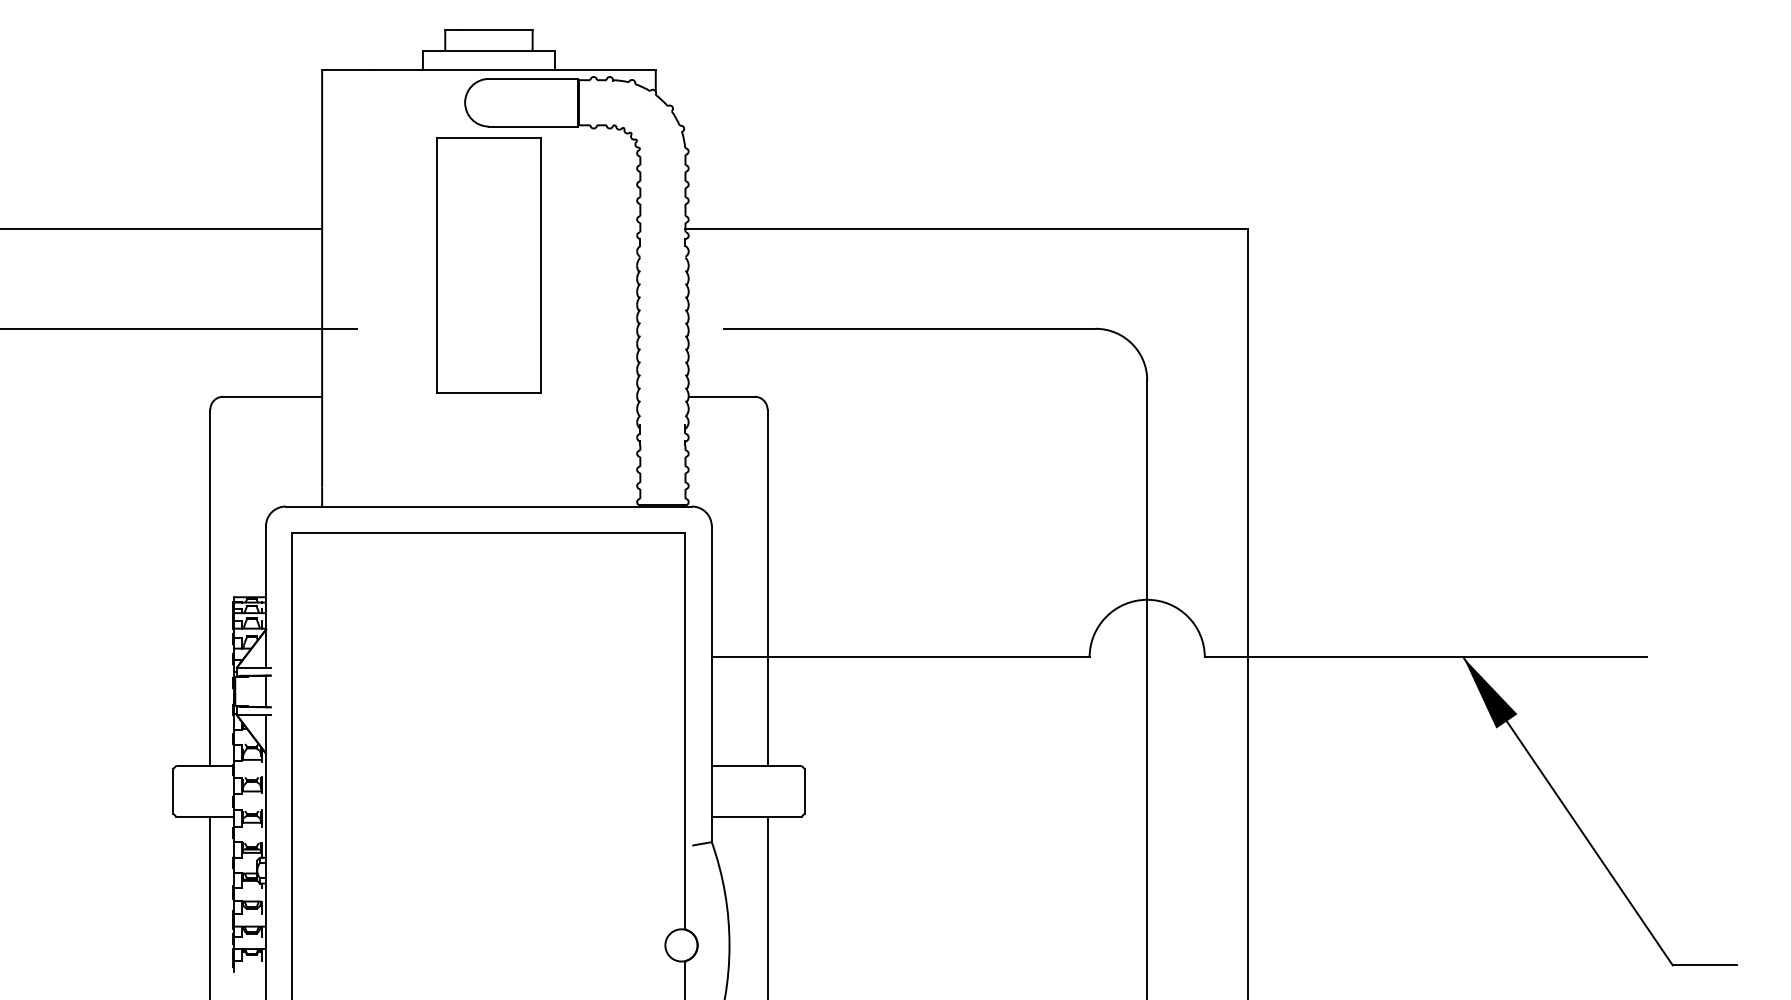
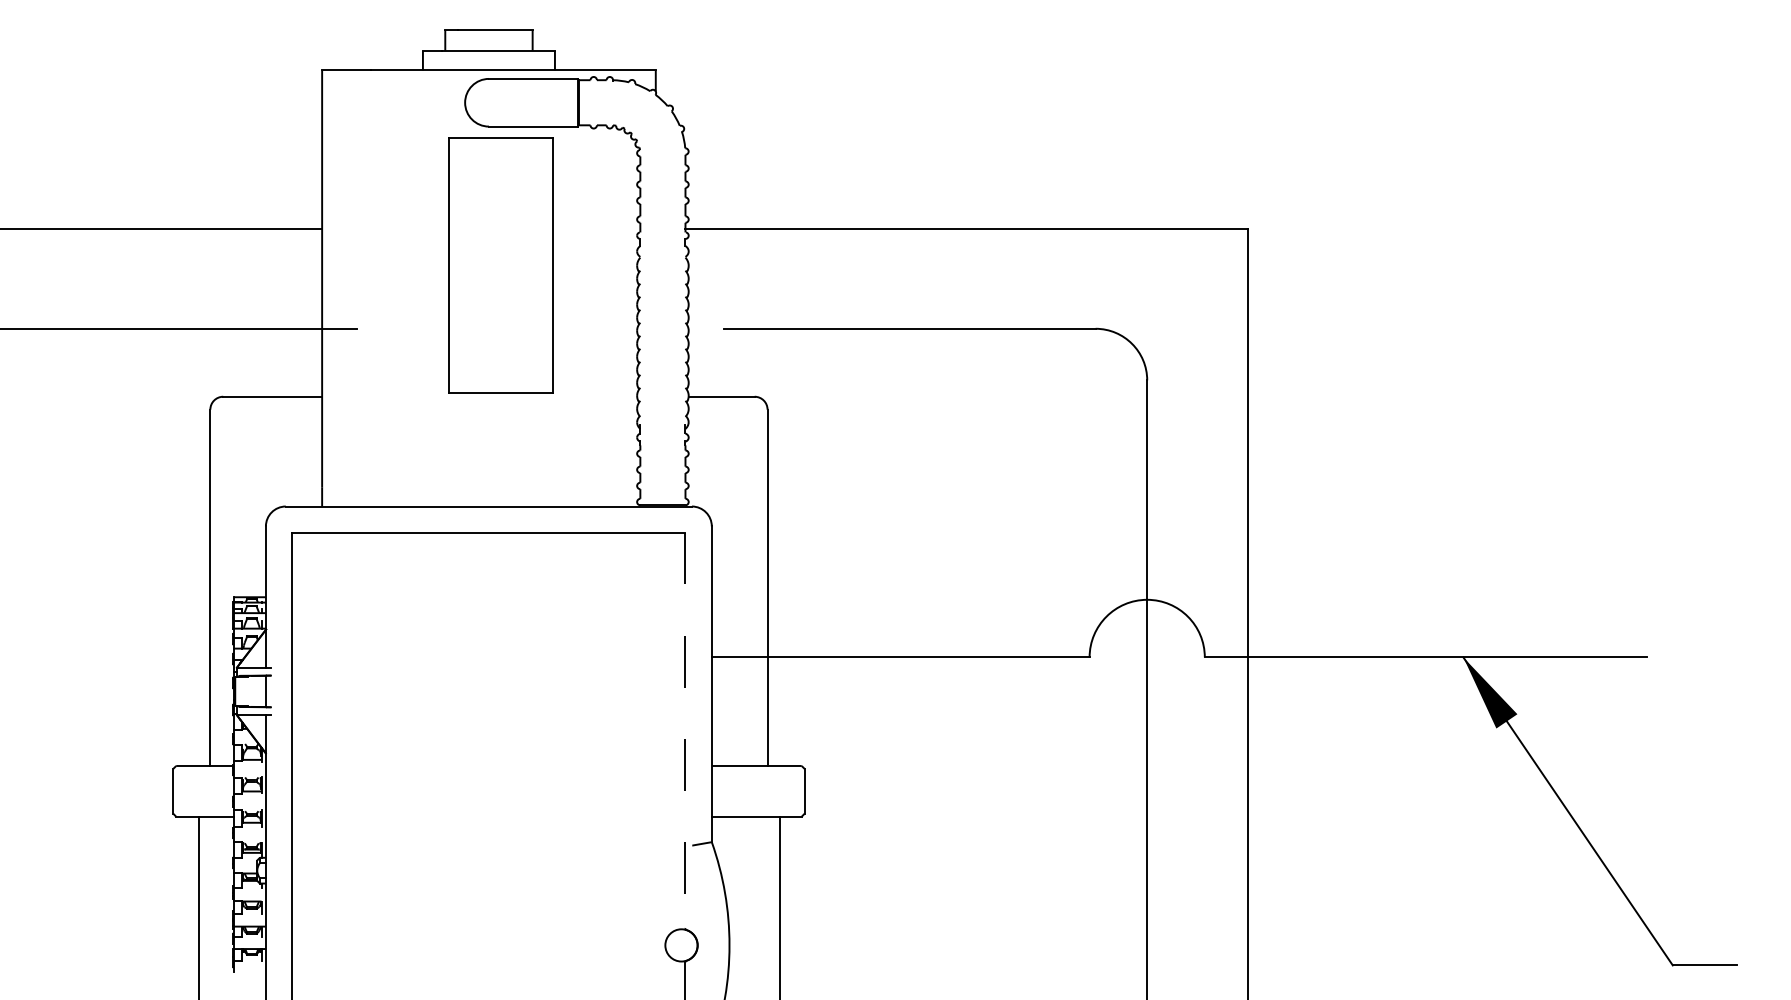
part at (488, 265) position: (488, 265) -> (500, 265)
line at (685, 730): solid -> dashed
line at (210, 906) position: (210, 906) -> (199, 906)
line at (767, 906) position: (767, 906) -> (779, 906)
